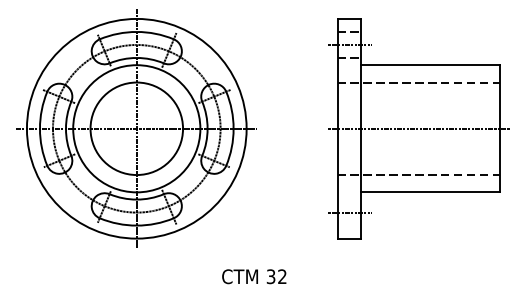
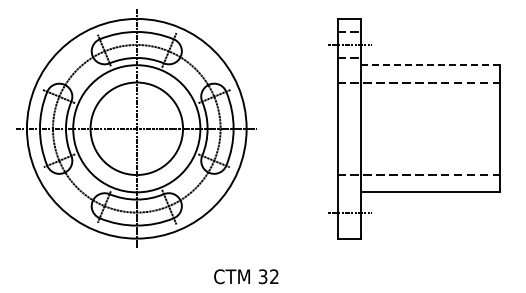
line at (430, 65): solid -> dashed
line at (419, 128): present -> none
text at (254, 276) position: (254, 276) -> (246, 276)
